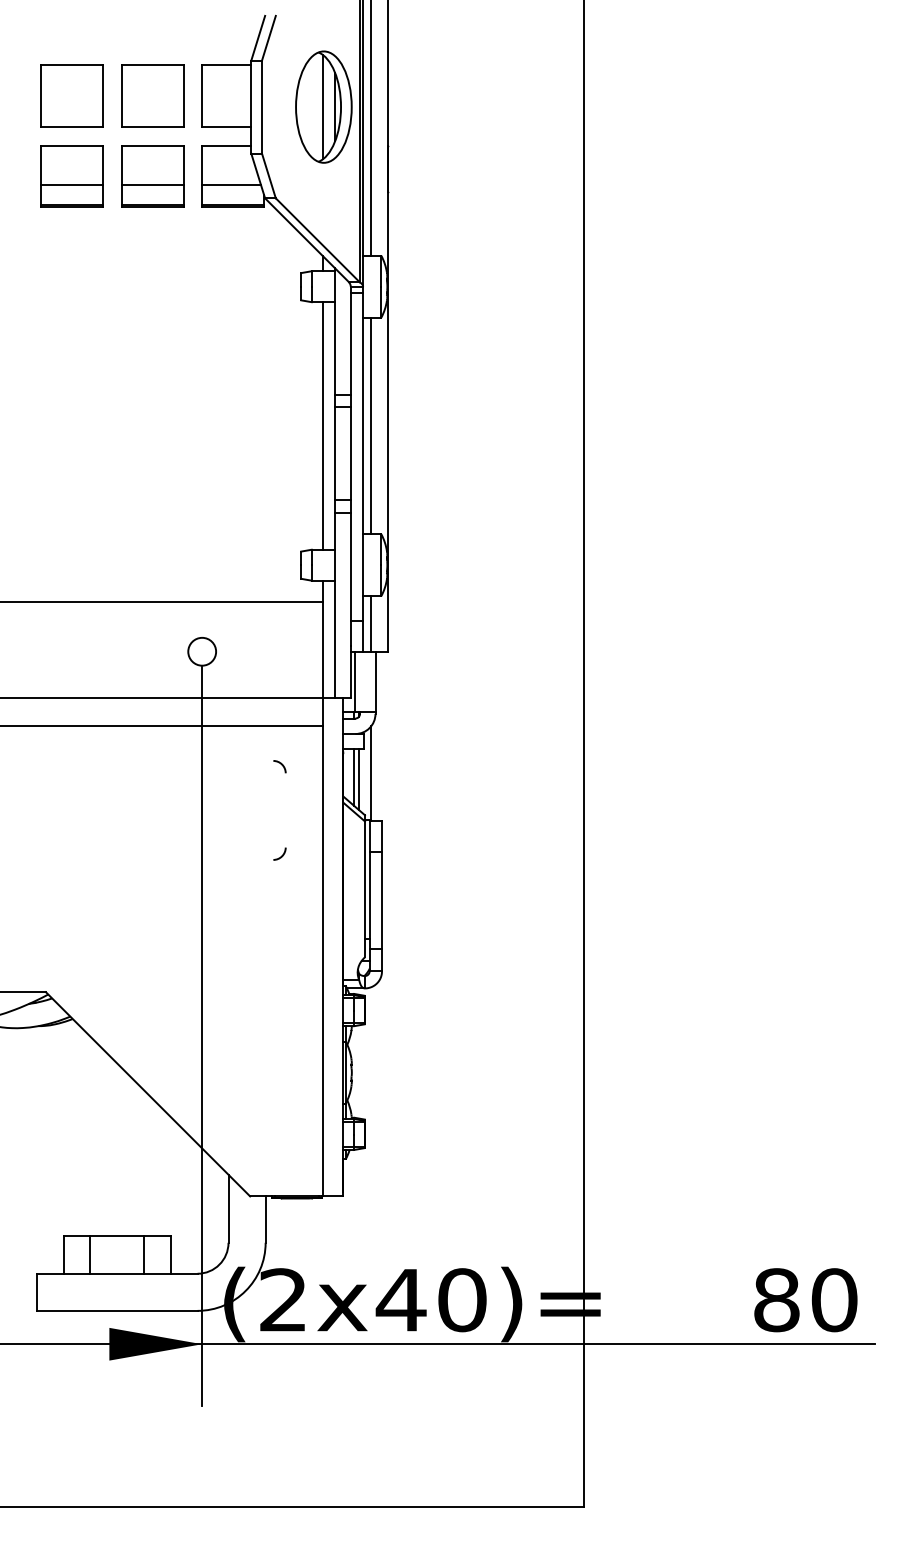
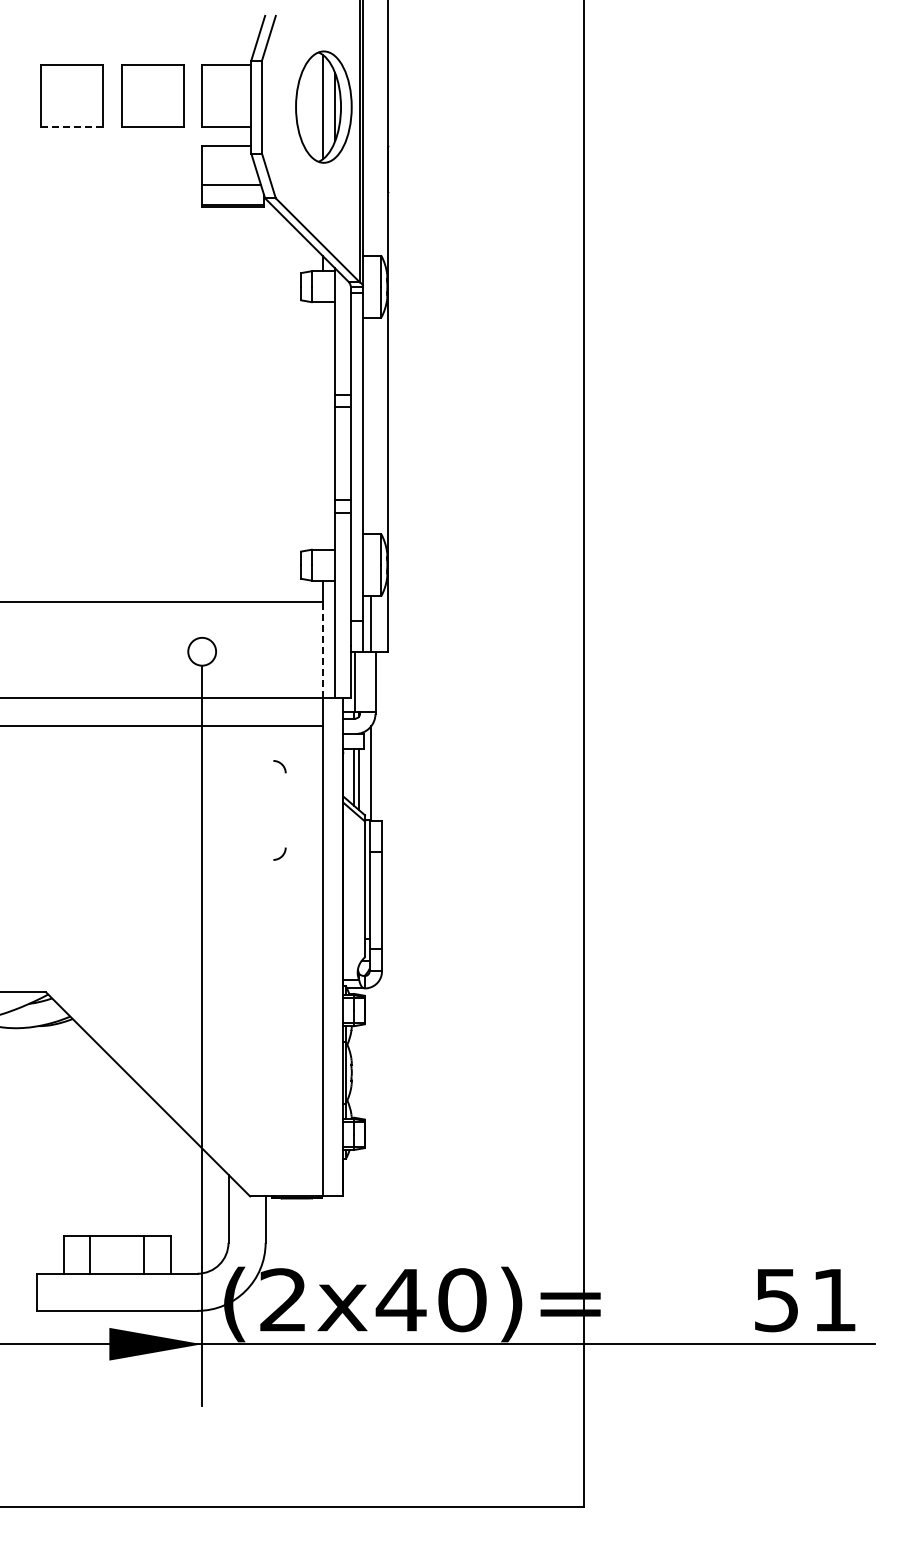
line at (72, 126): solid -> dashed
line at (371, 128): present -> none
part at (71, 176): present -> none
part at (152, 176): present -> none
line at (322, 425): present -> none
line at (371, 425): present -> none
line at (322, 650): solid -> dashed
text at (805, 1300): 80 -> 51
